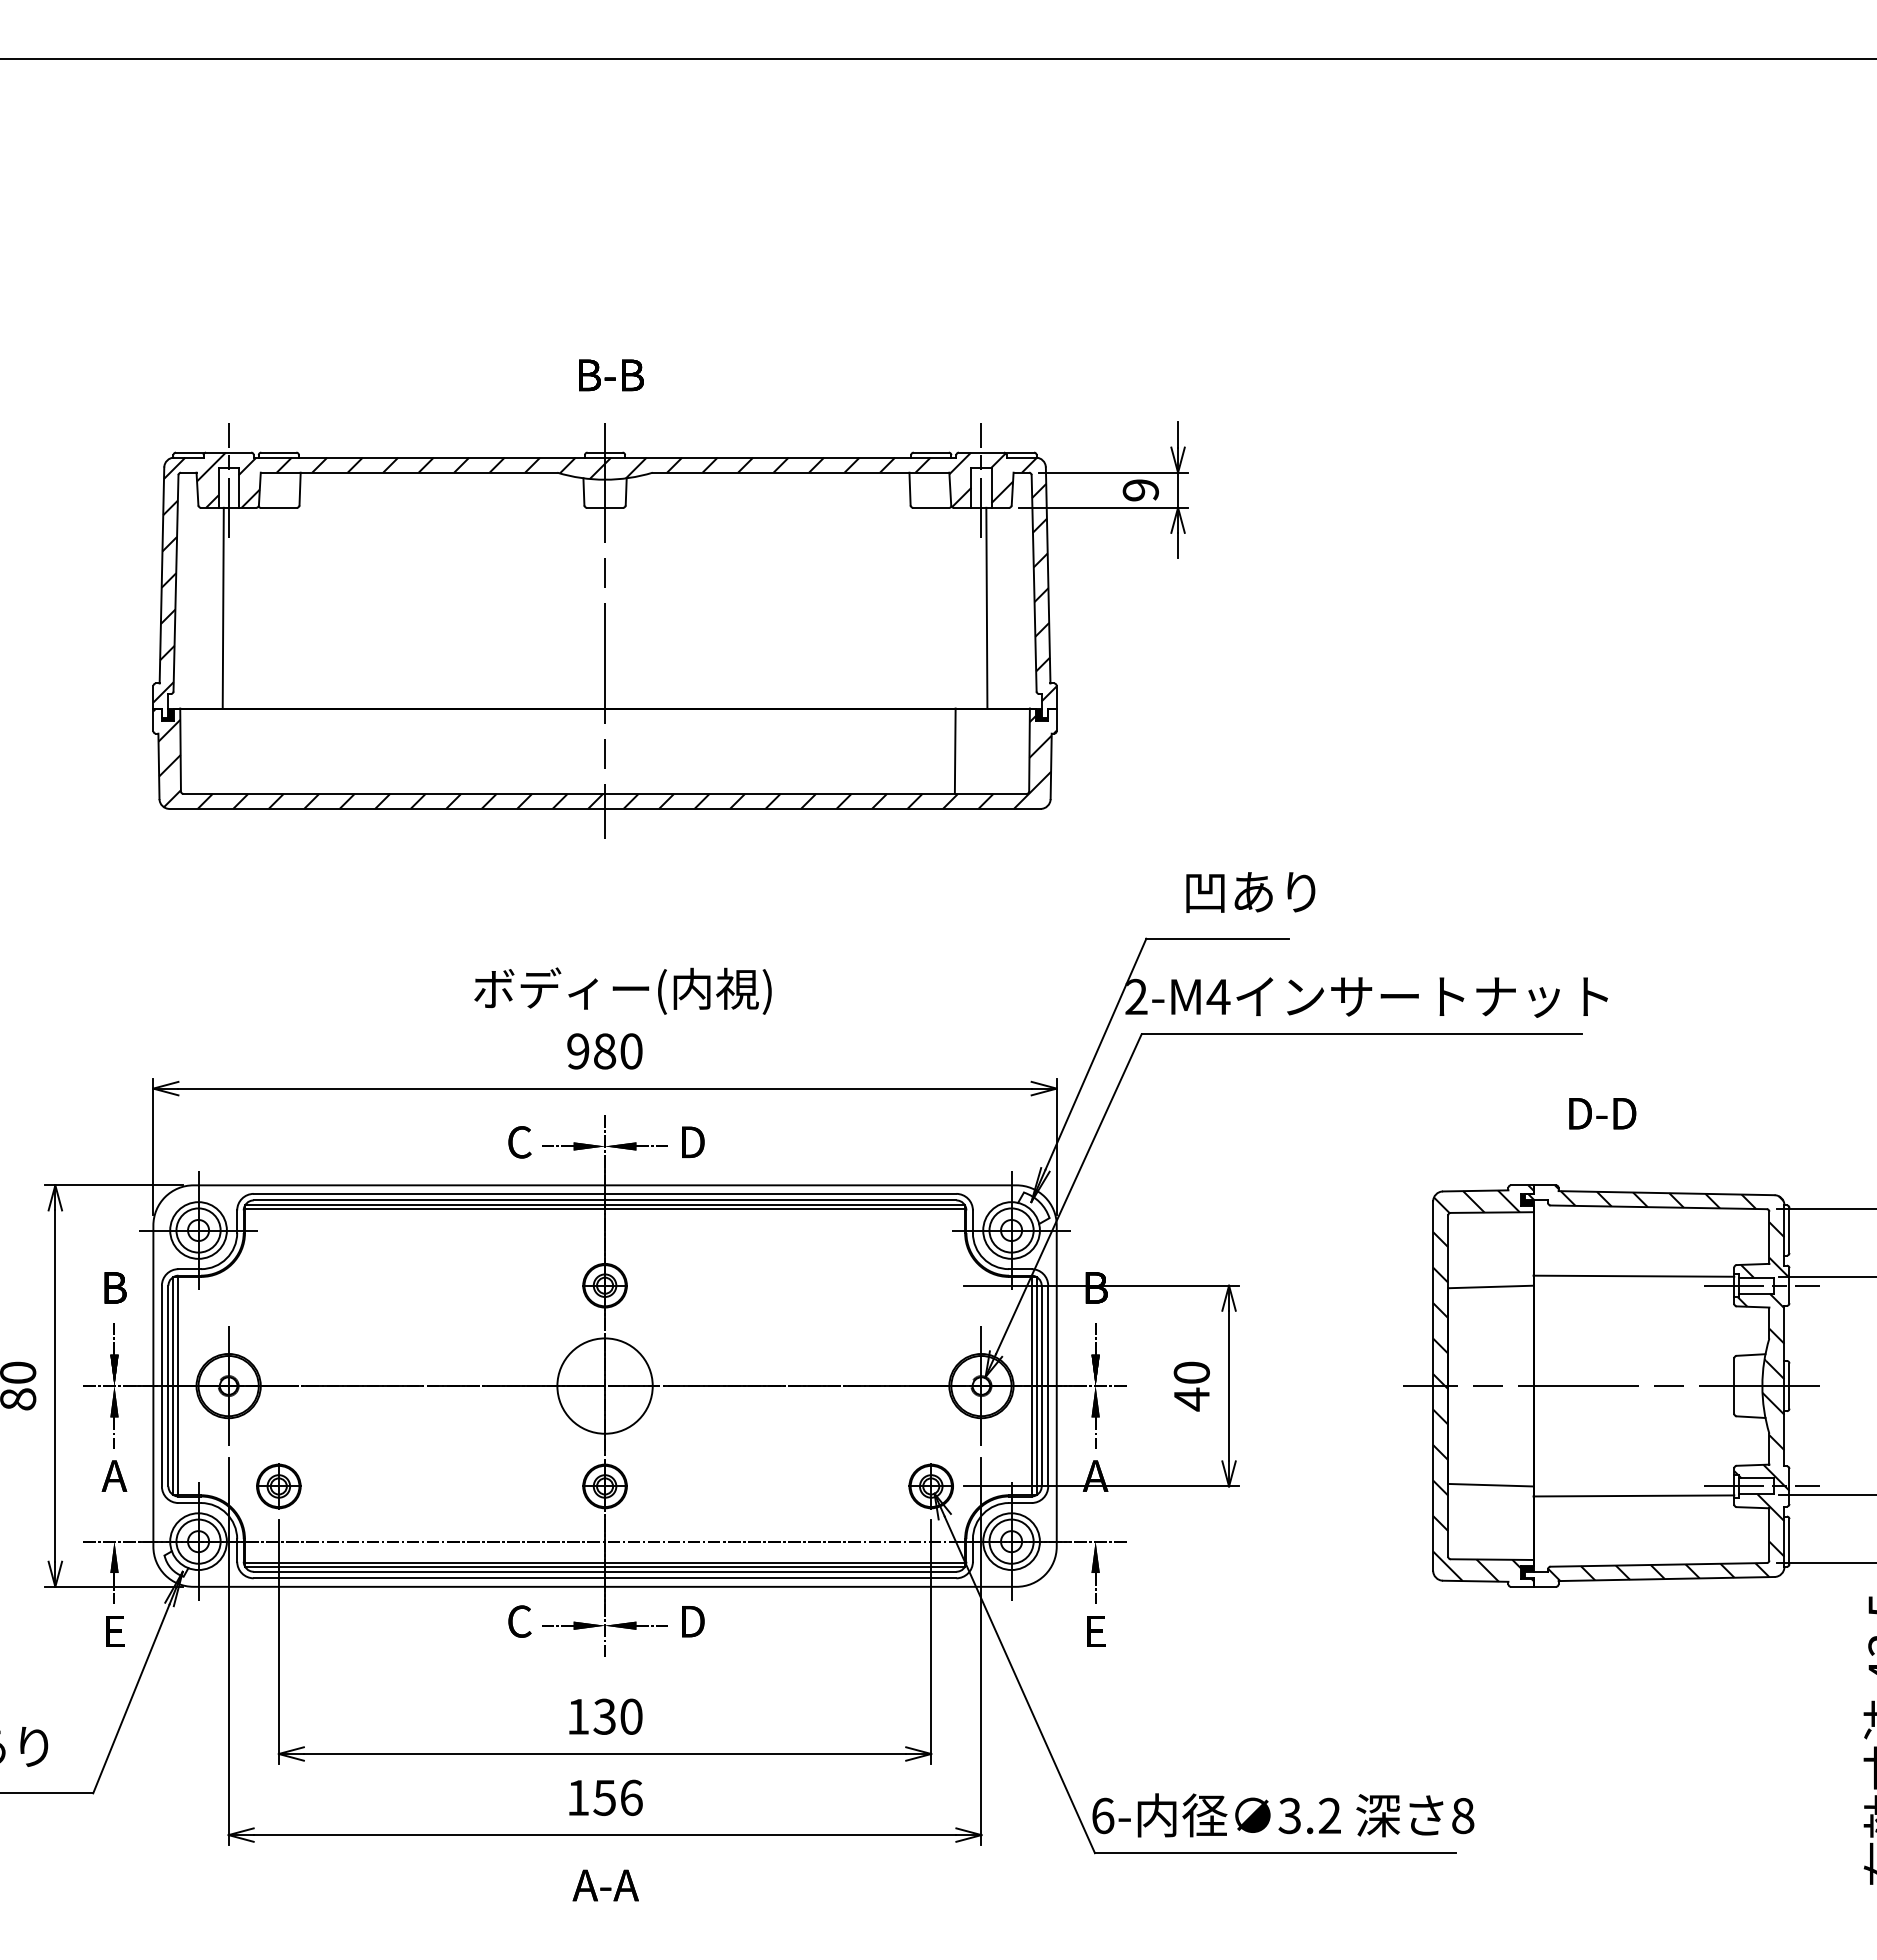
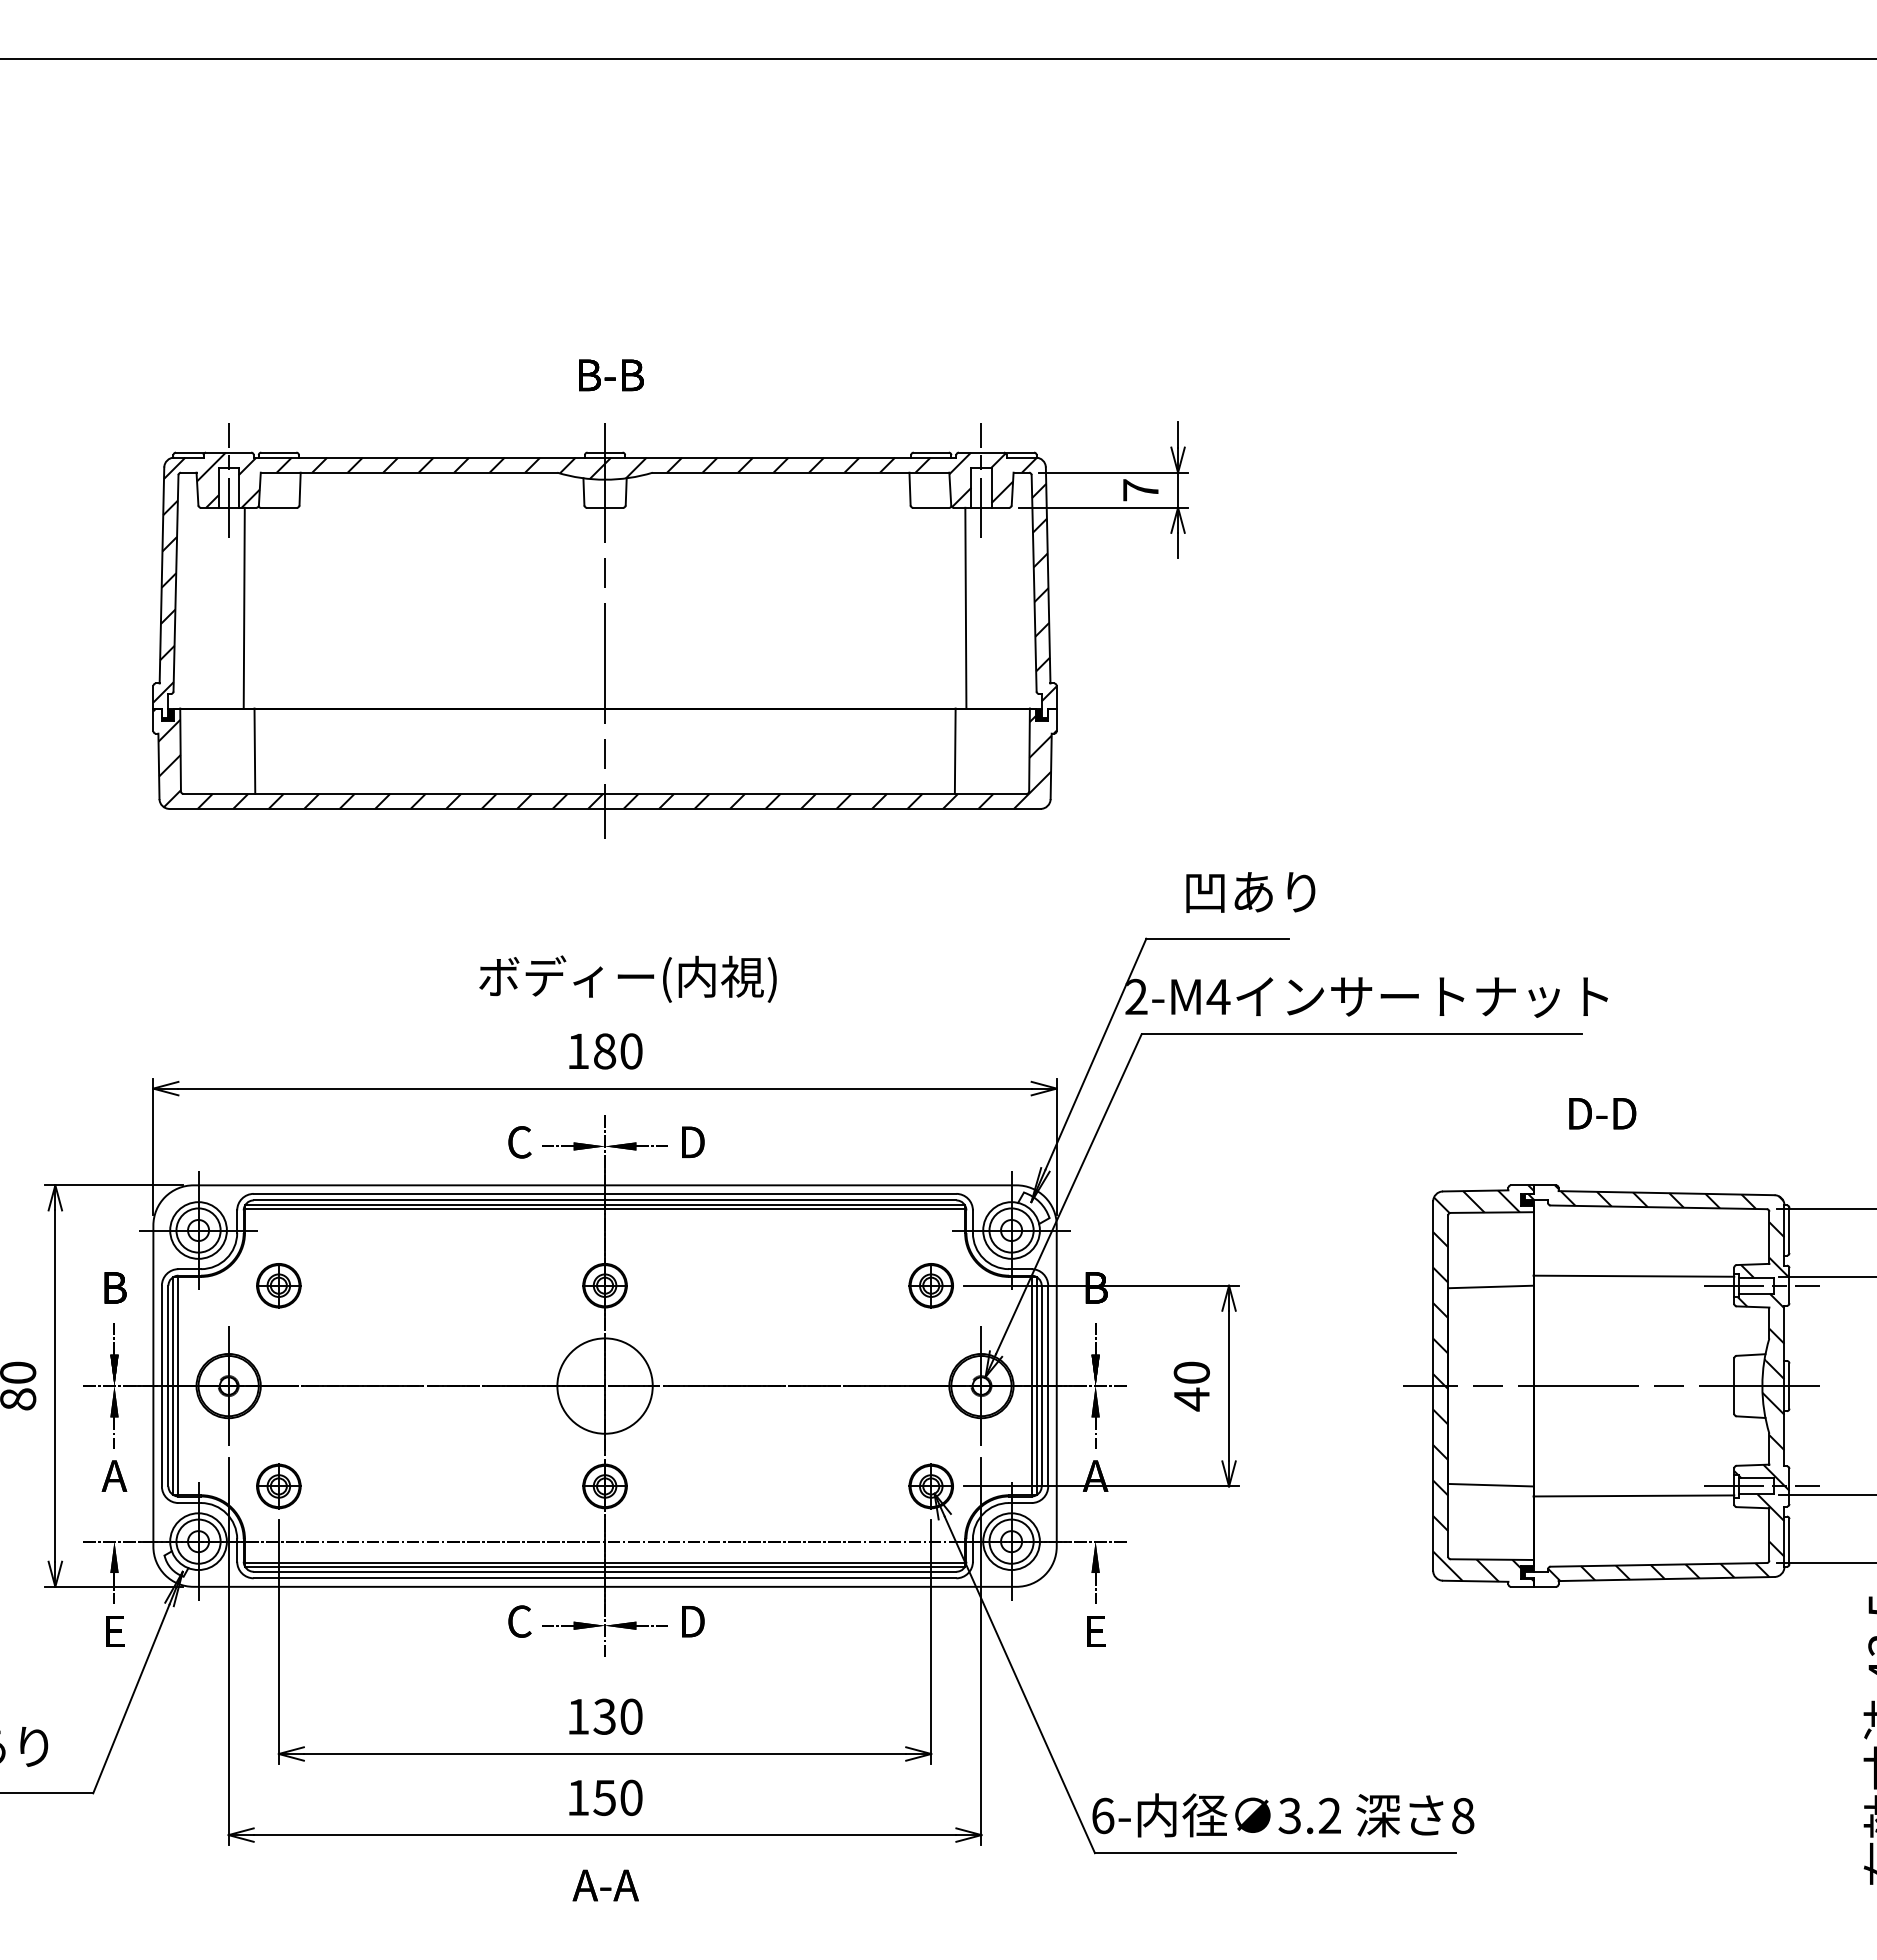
text at (1140, 490): 9 -> 7
line at (222, 607) position: (222, 607) -> (243, 607)
line at (986, 607) position: (986, 607) -> (965, 607)
line at (254, 750): none -> present
text at (622, 990) position: (622, 990) -> (627, 978)
text at (578, 1051): 980 -> 180
part at (278, 1285): none -> present
part at (930, 1285): none -> present
text at (631, 1797): 156 -> 150
